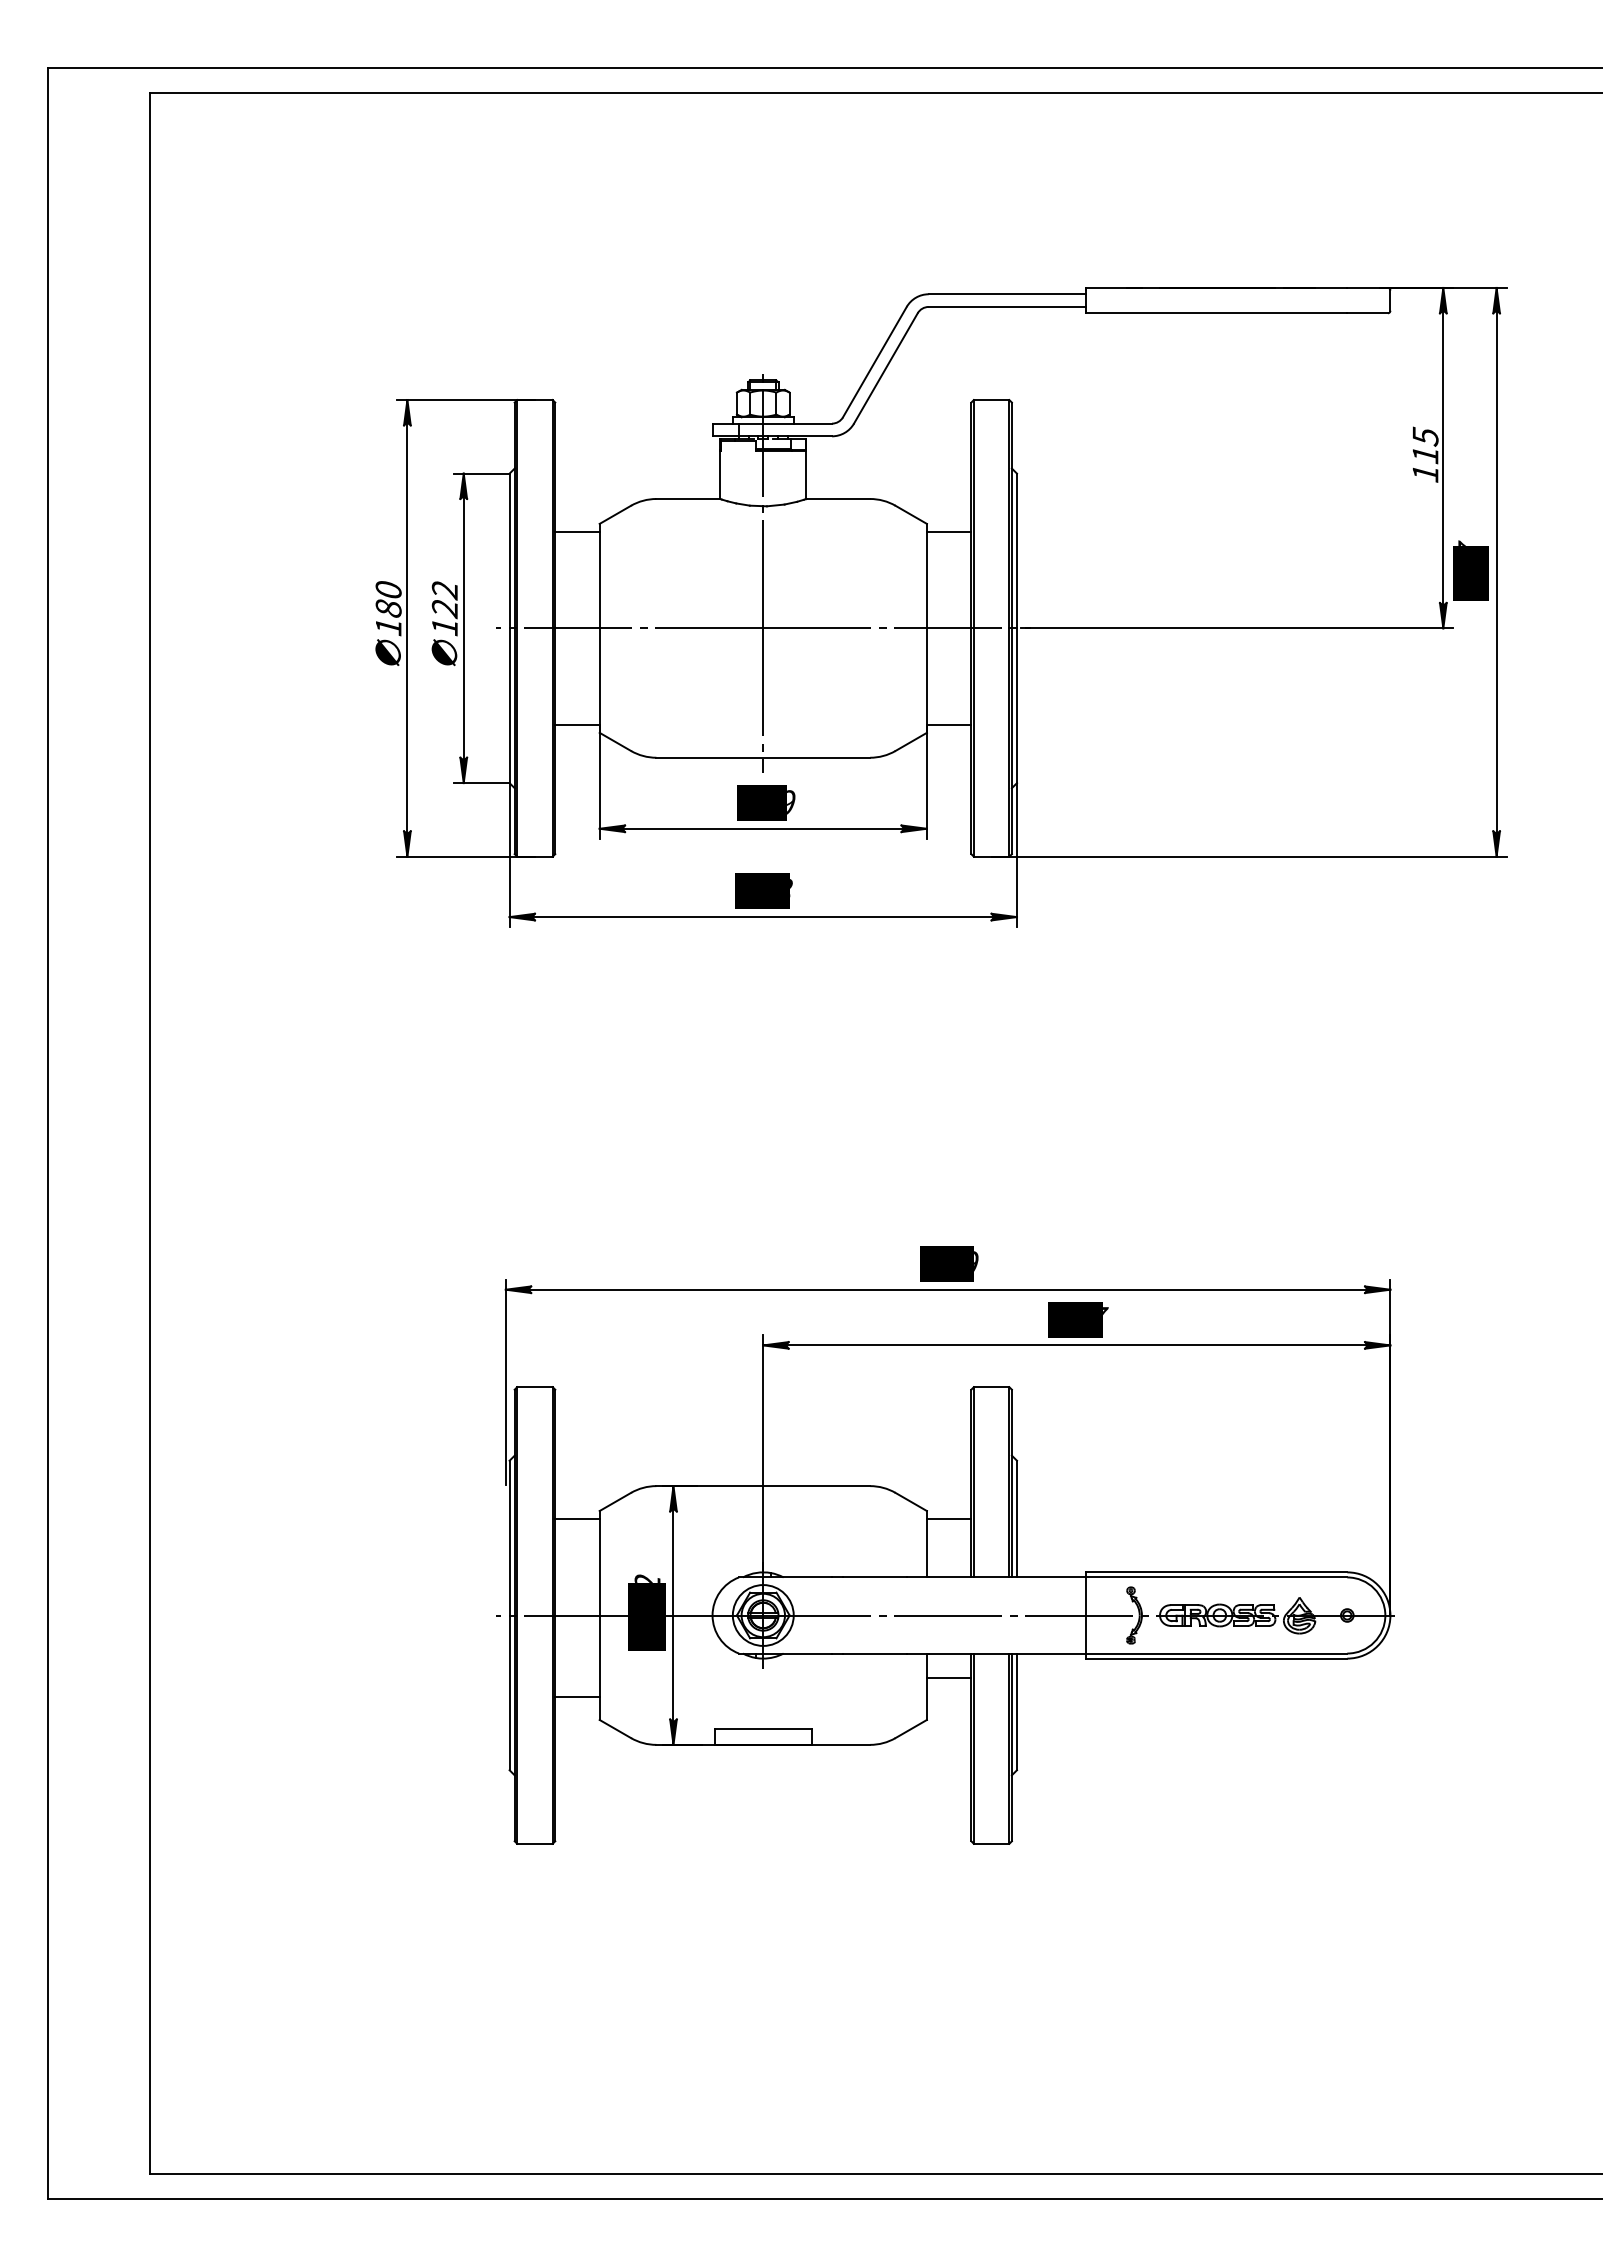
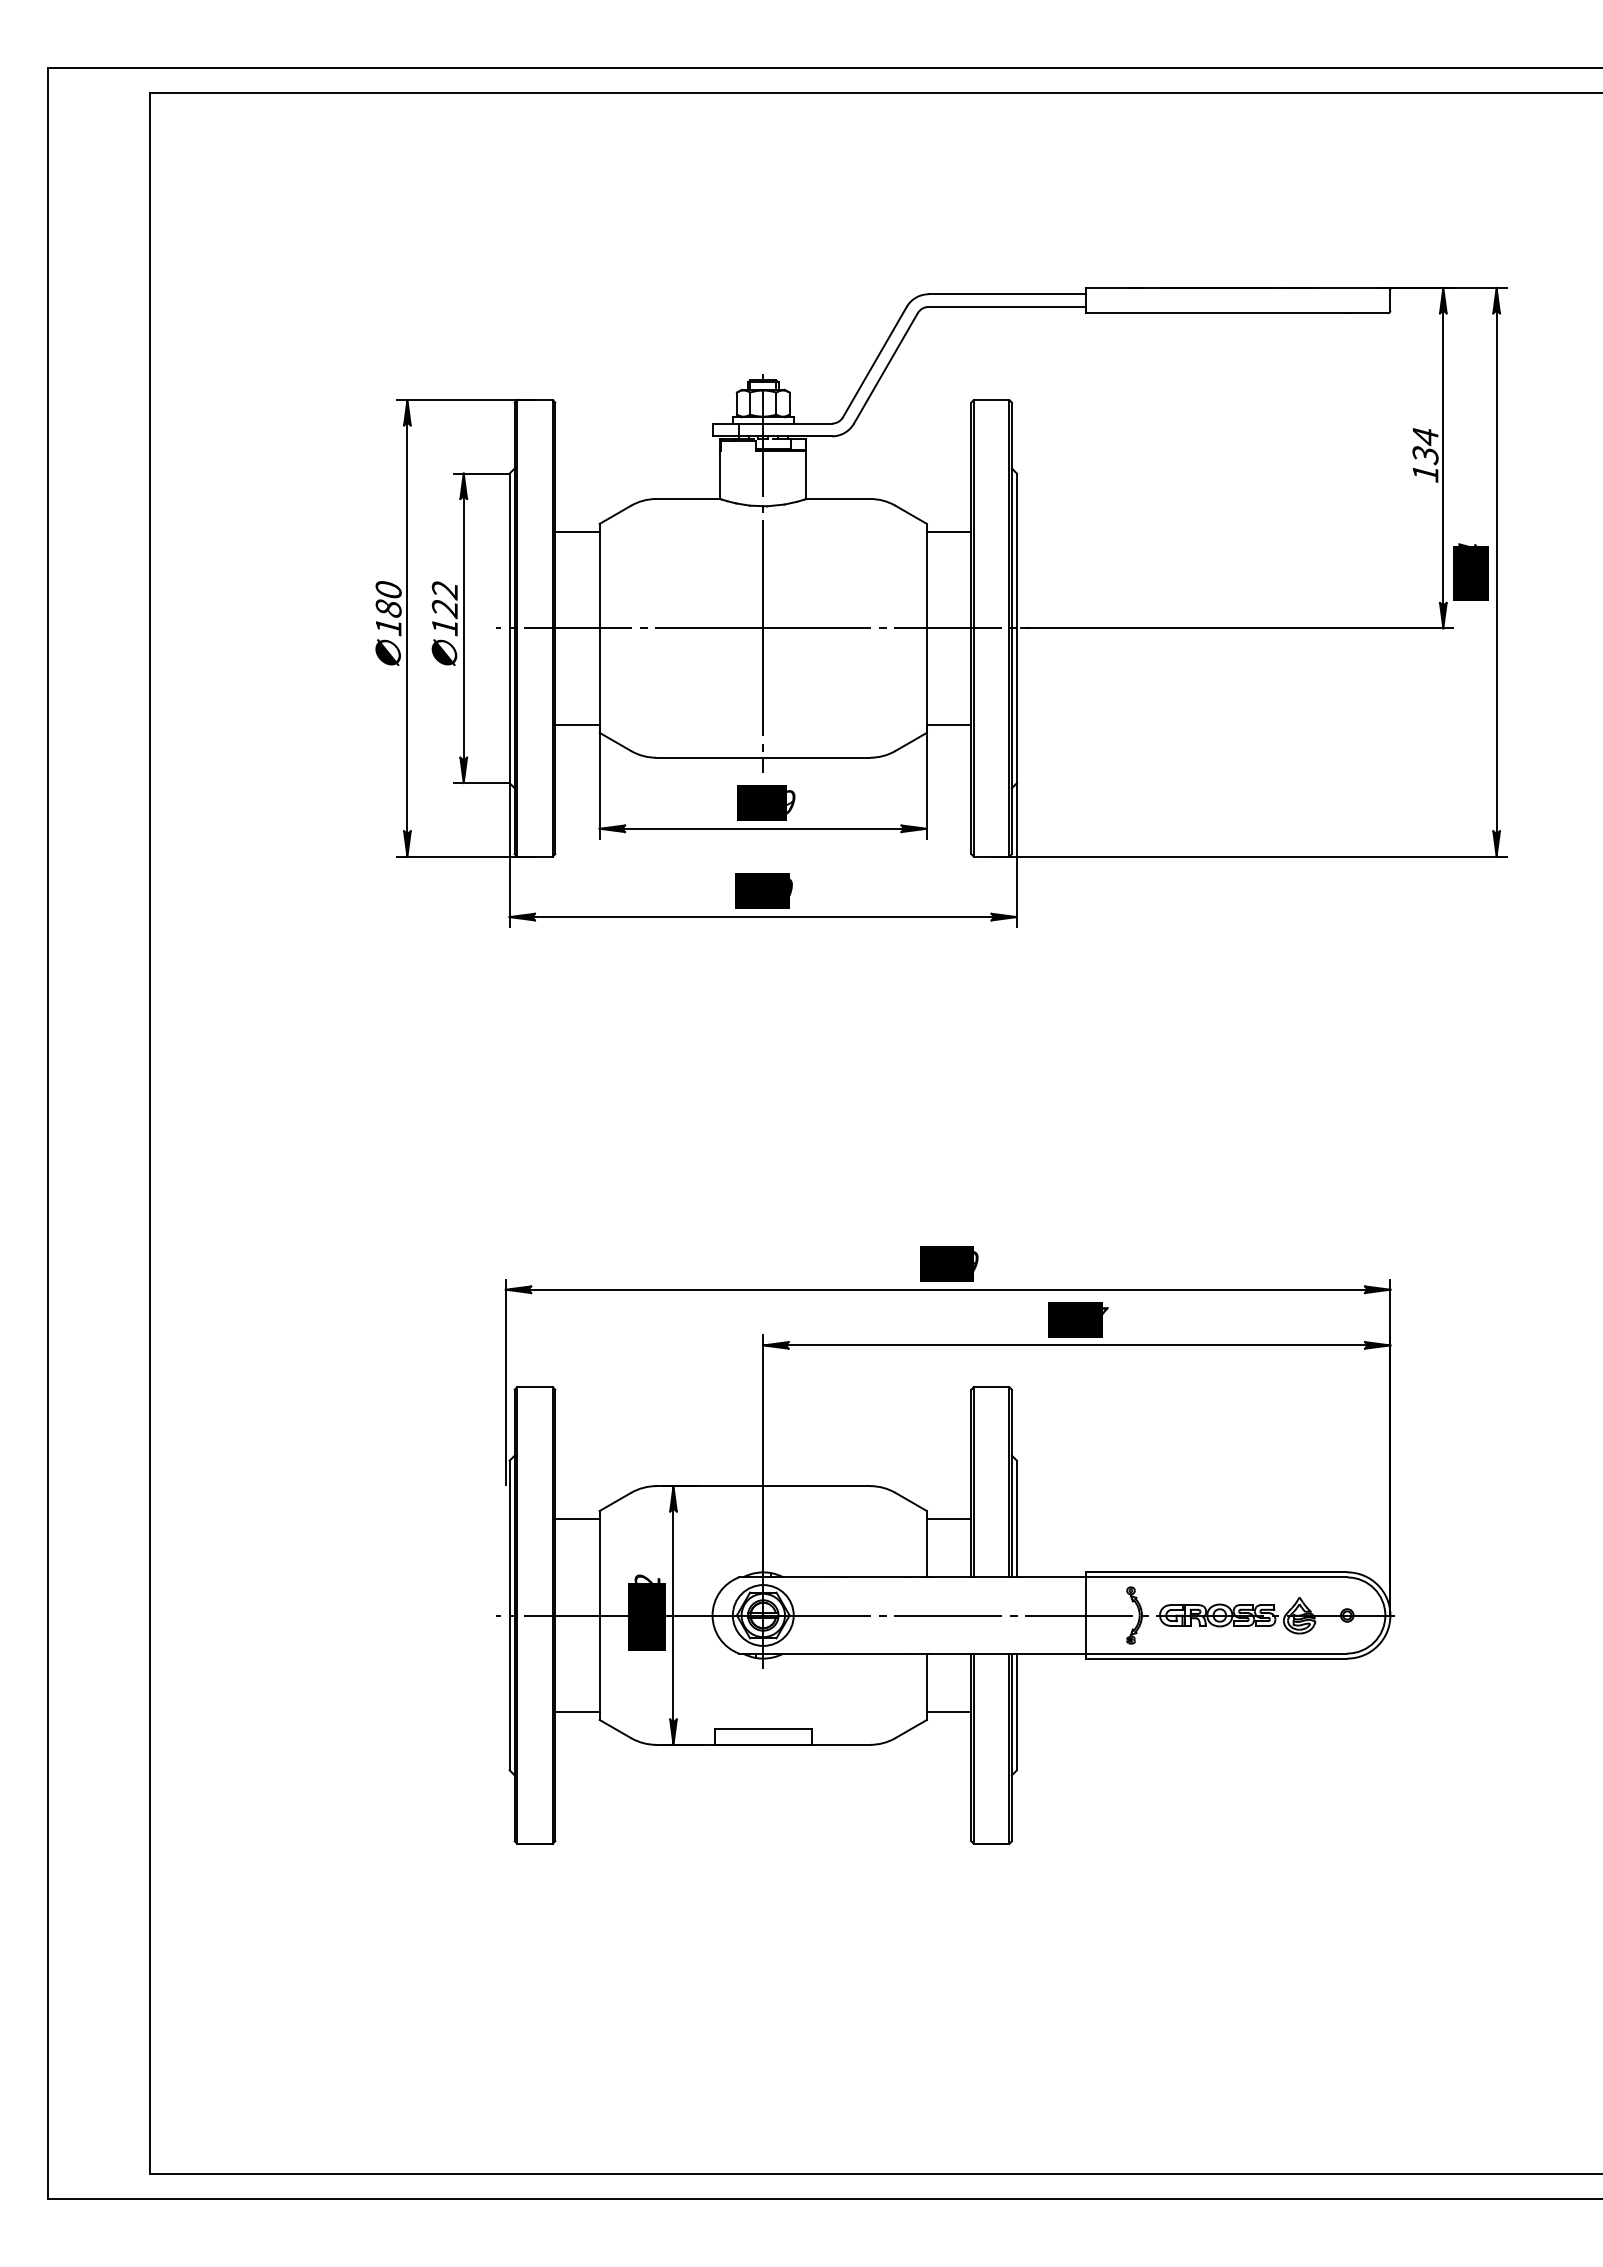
text at (1425, 445): 115 -> 134
text at (1467, 542): 207 -> 224
text at (791, 888): 203 -> 200
line at (948, 1677) position: (948, 1677) -> (948, 1711)
line at (577, 1696) position: (577, 1696) -> (577, 1711)
